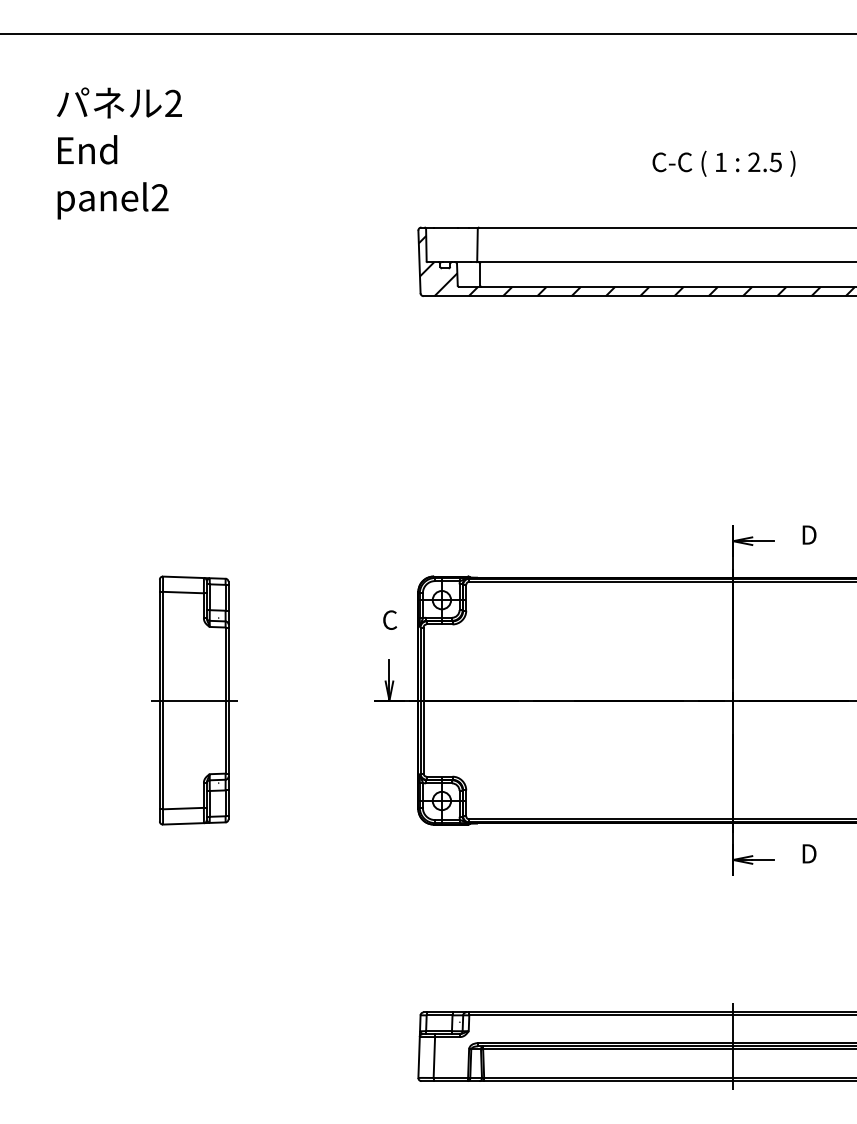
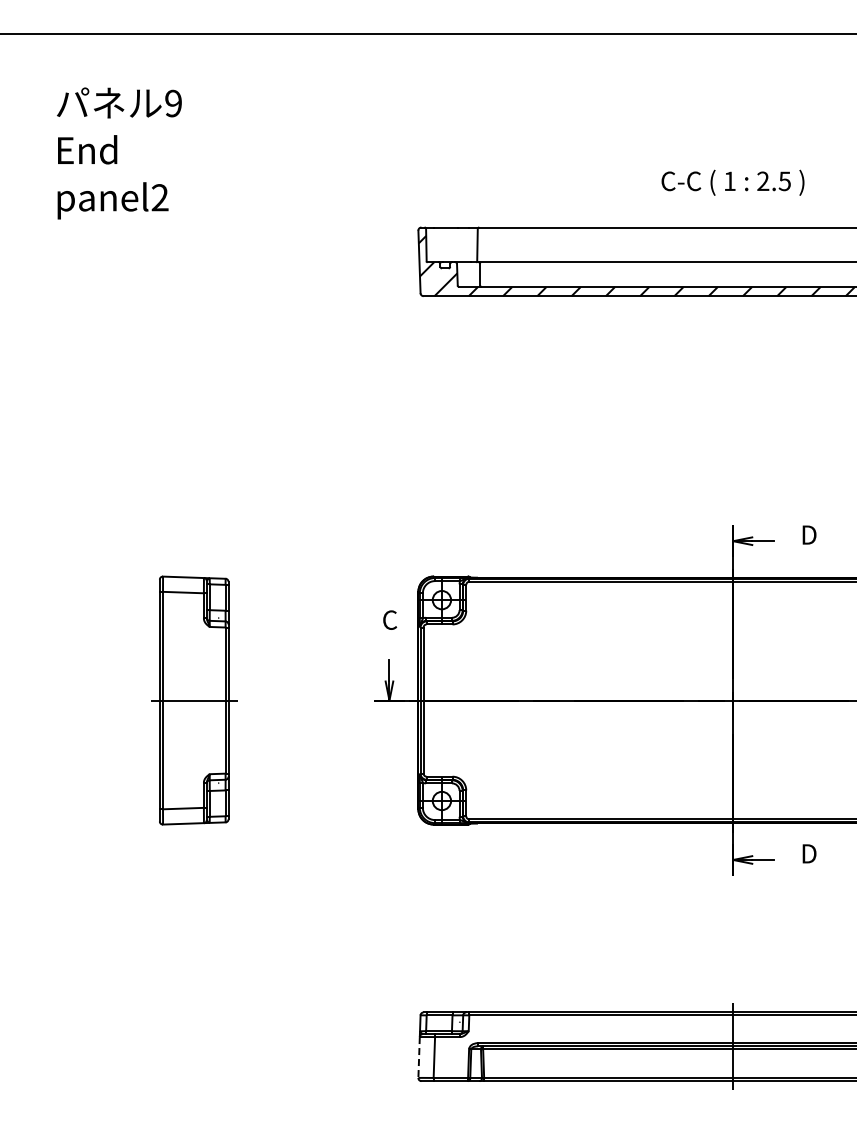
text at (173, 103): 2 -> 9
text at (723, 163) position: (723, 163) -> (732, 182)
line at (419, 1058): solid -> dashed
